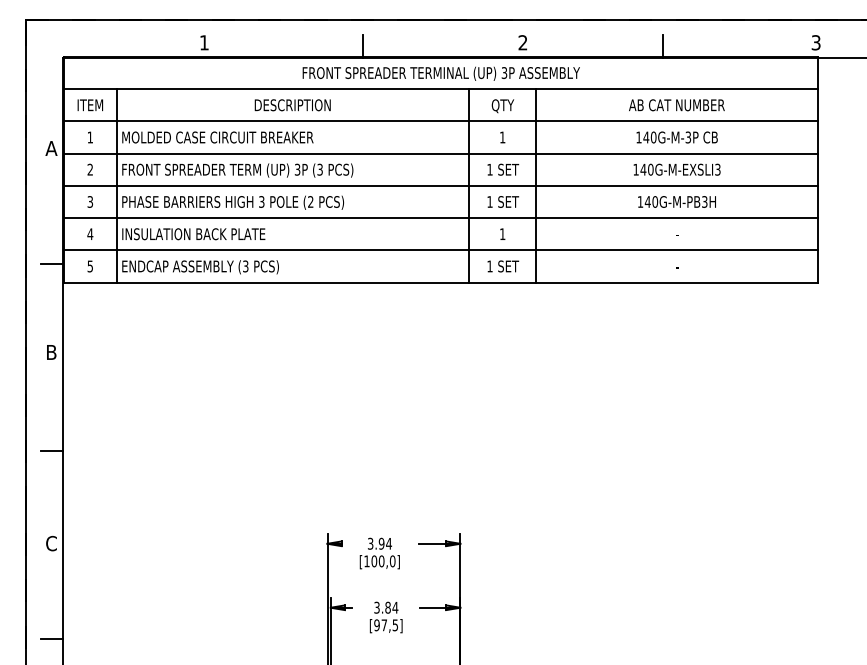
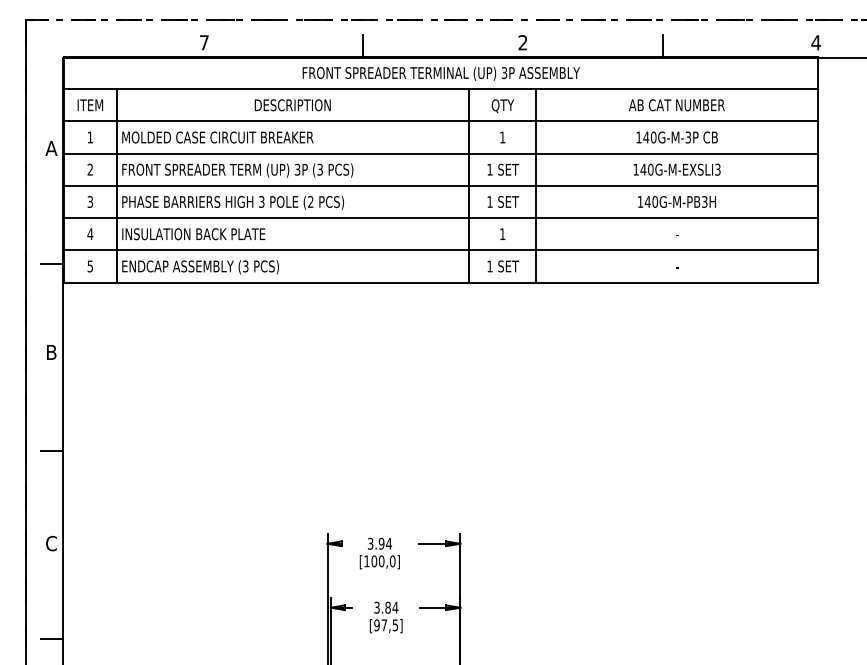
line at (446, 20): solid -> dashed
text at (204, 42): 1 -> 7
text at (815, 42): 3 -> 4
